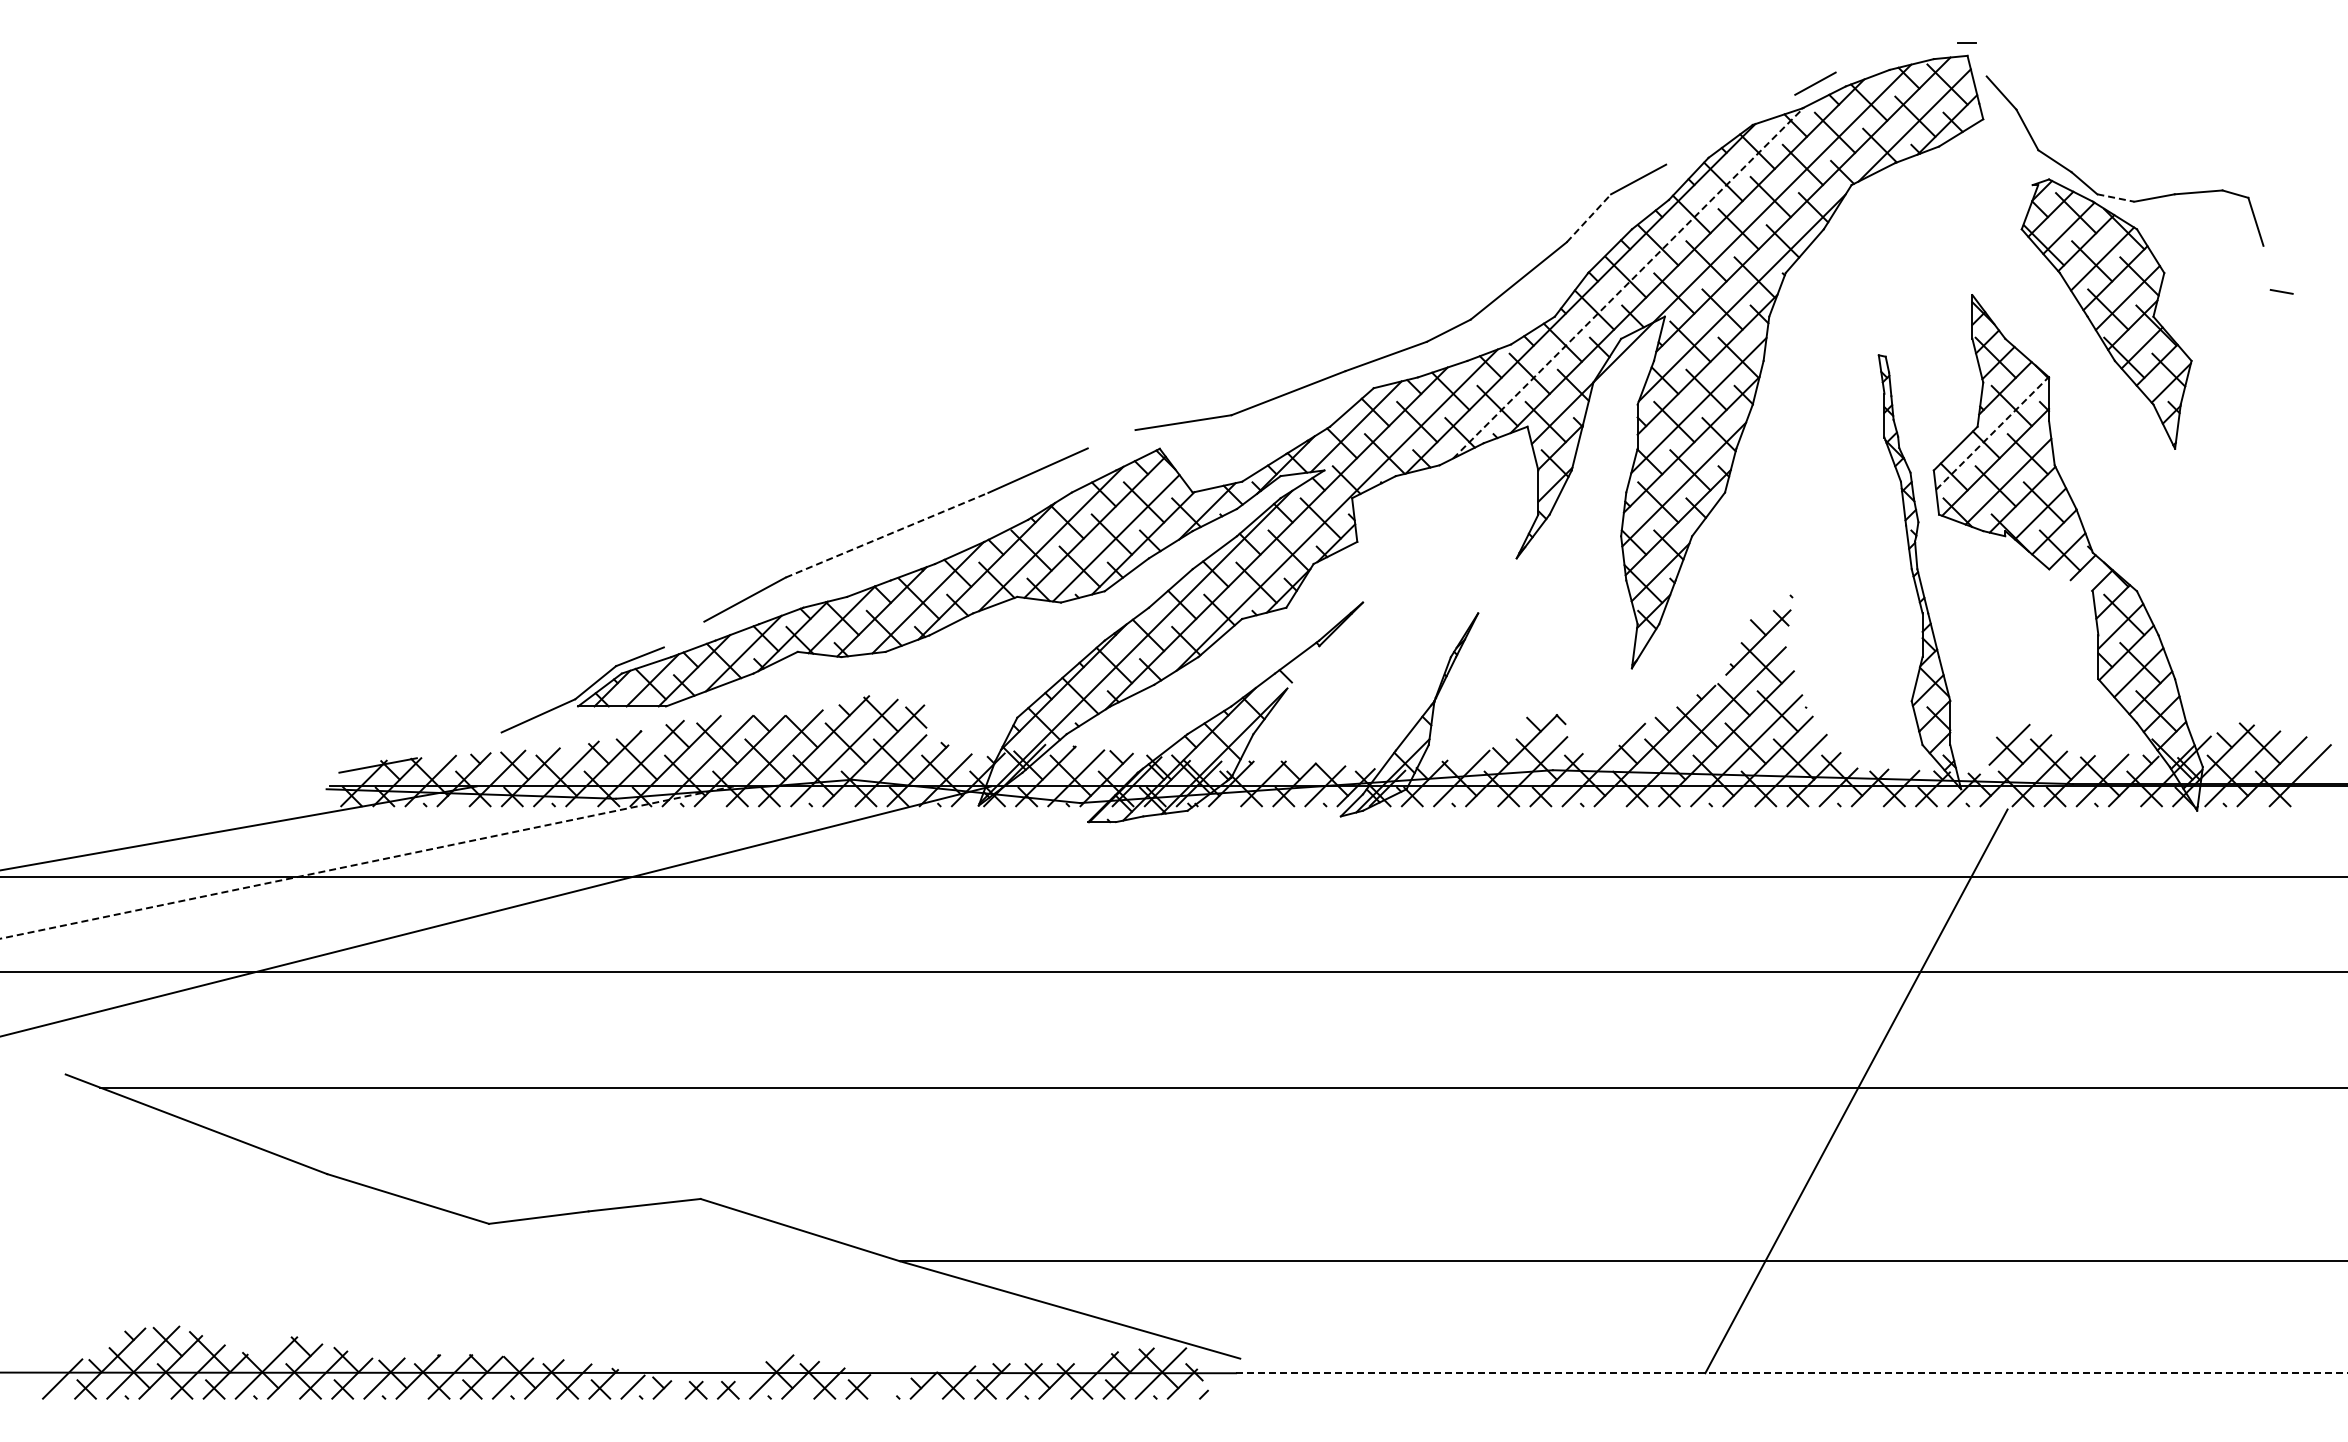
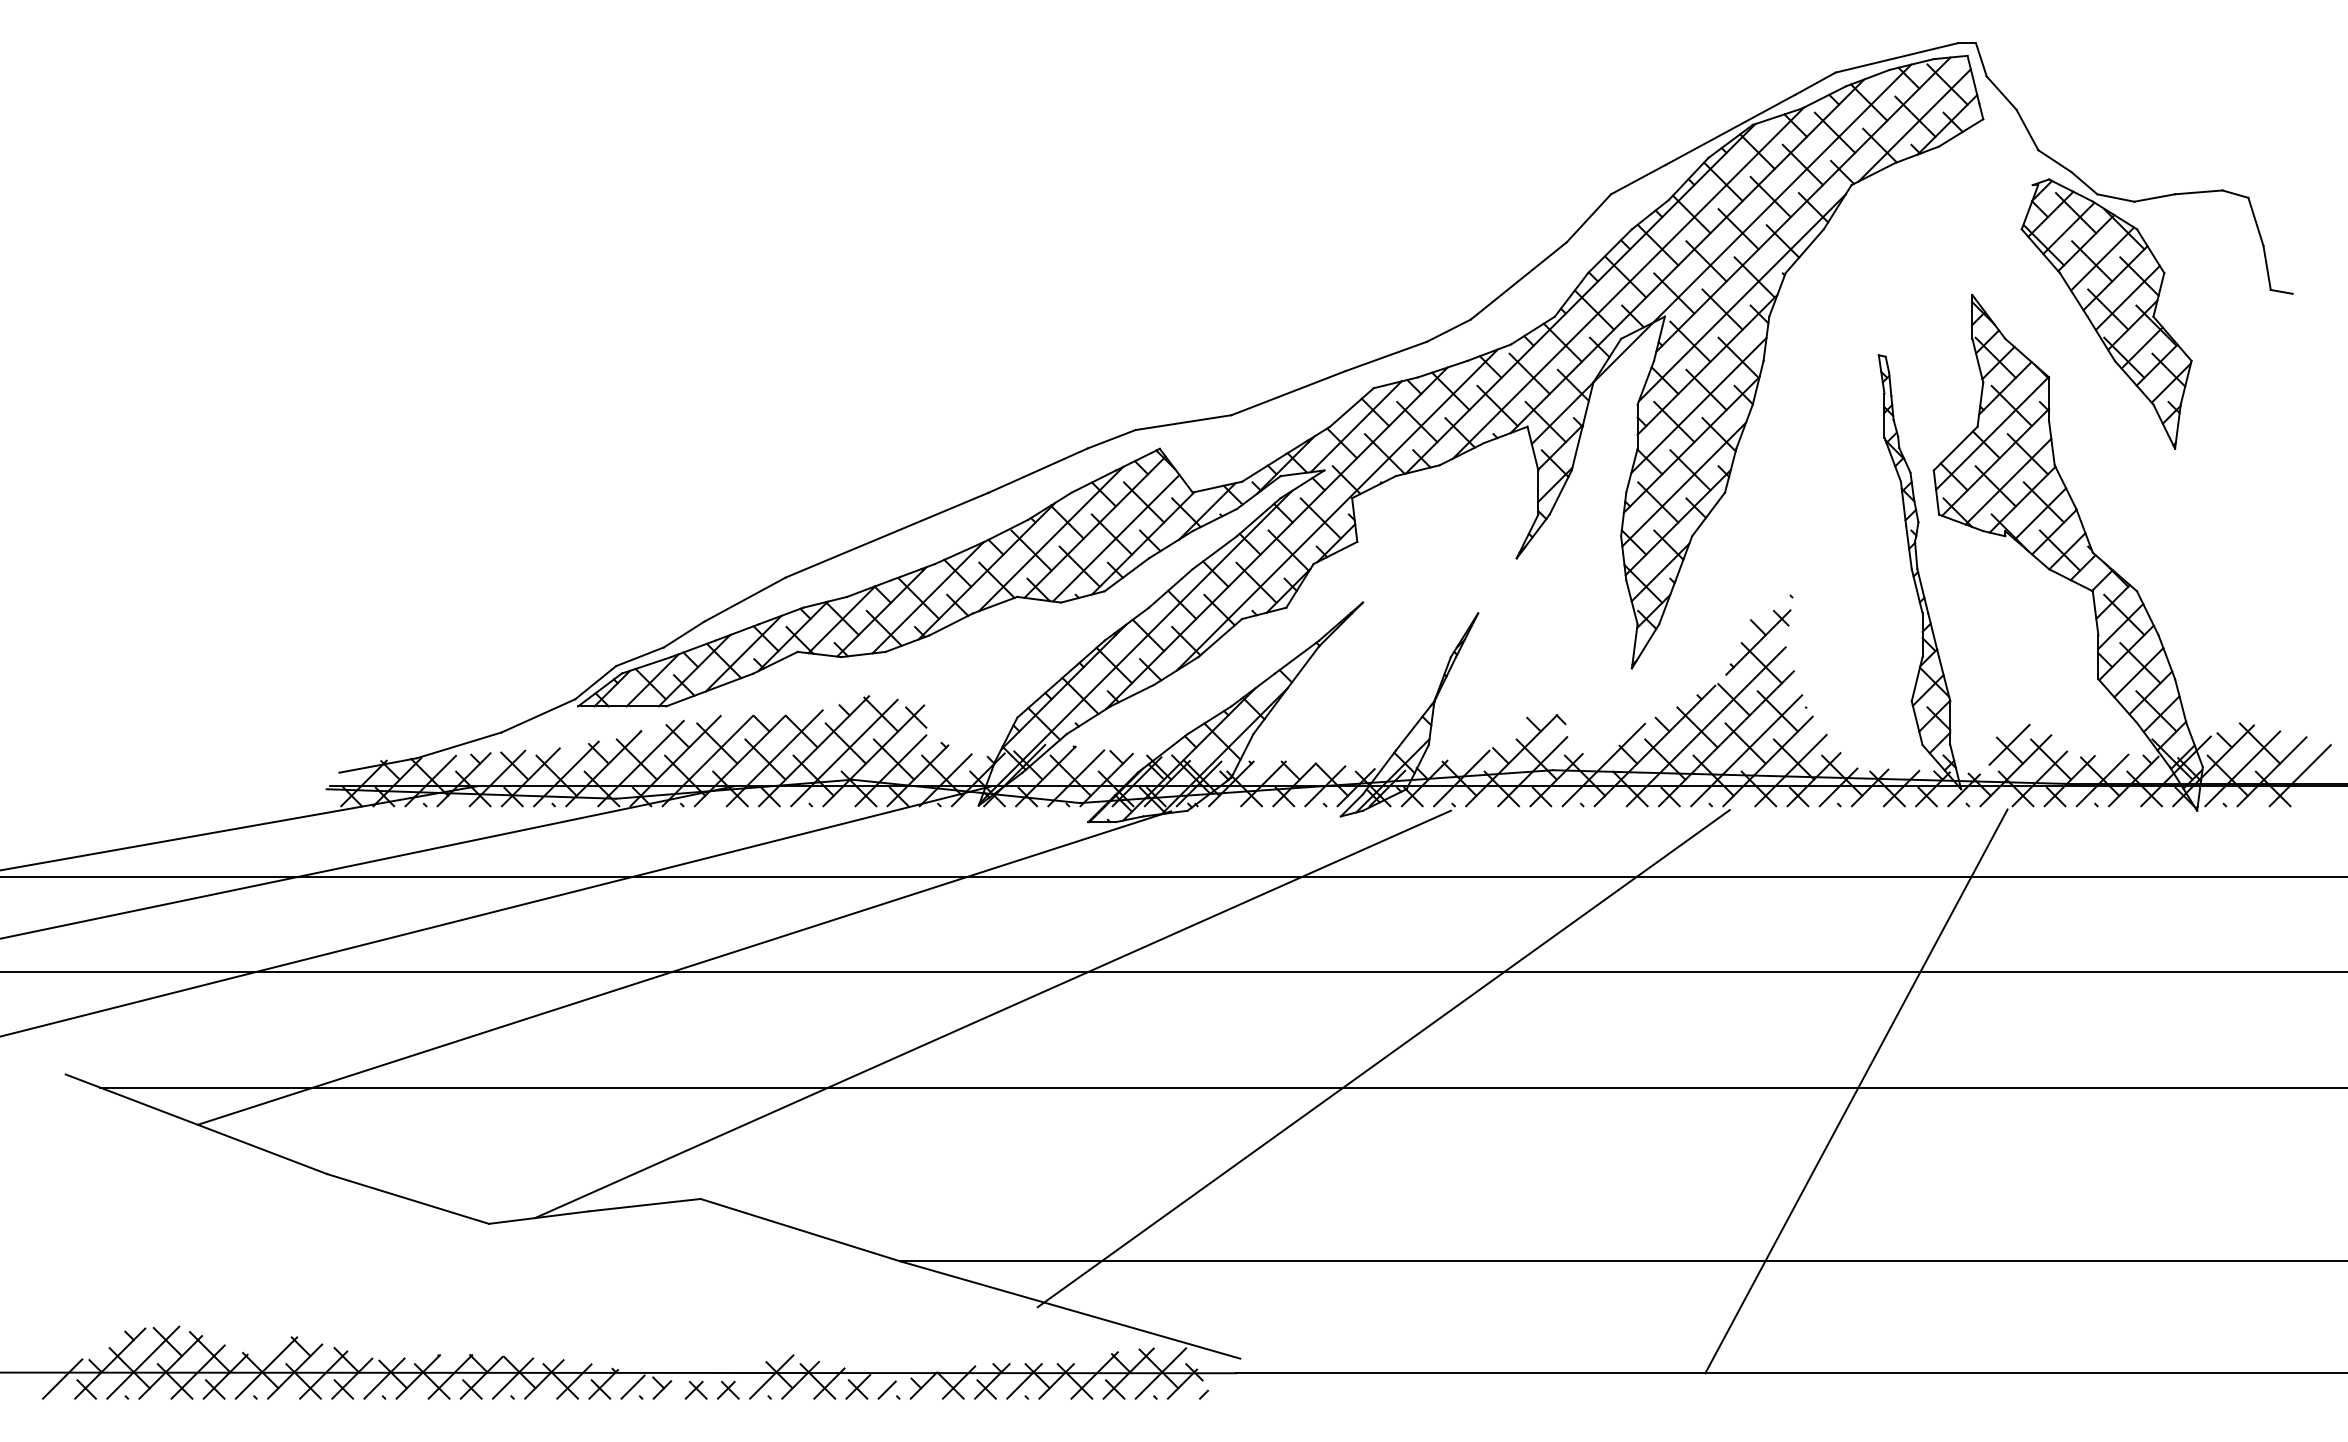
line at (1896, 57): none -> present
line at (1981, 59): none -> present
line at (1730, 129): none -> present
line at (2115, 198): dashed -> solid
line at (1588, 218): dashed -> solid
line at (2266, 267): none -> present
line at (1628, 282): dashed -> solid
line at (1992, 433): dashed -> solid
line at (1111, 439): none -> present
line at (887, 535): dashed -> solid
line at (2070, 580): none -> present
line at (683, 634): none -> present
line at (1302, 667): none -> present
line at (458, 745): none -> present
line at (366, 862): dashed -> solid
line at (684, 967): none -> present
line at (992, 1014): none -> present
line at (1383, 1058): none -> present
line at (1791, 1373): dashed -> solid
line at (886, 1389): none -> present
